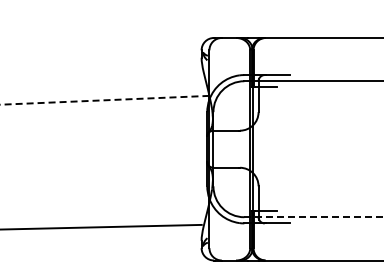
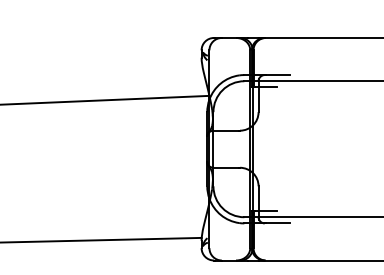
line at (104, 100): dashed -> solid
line at (314, 217): dashed -> solid
line at (101, 226) position: (101, 226) -> (101, 239)
